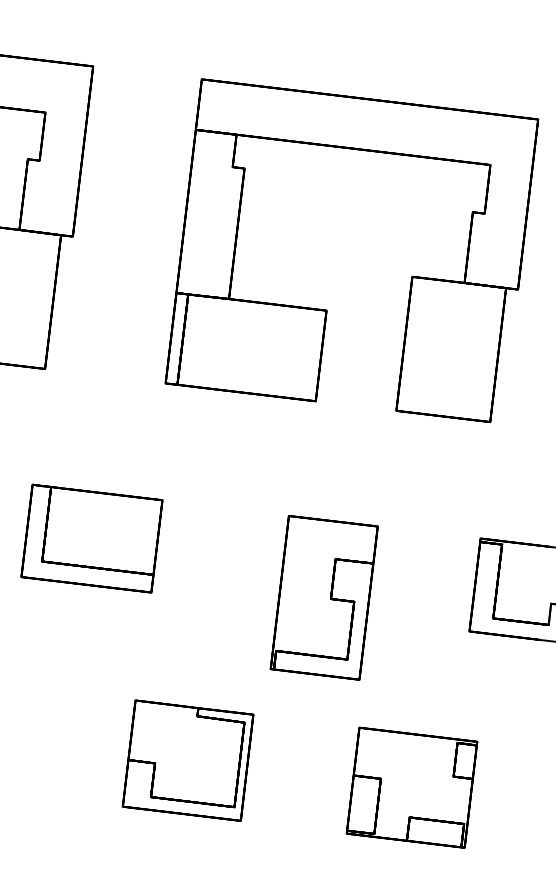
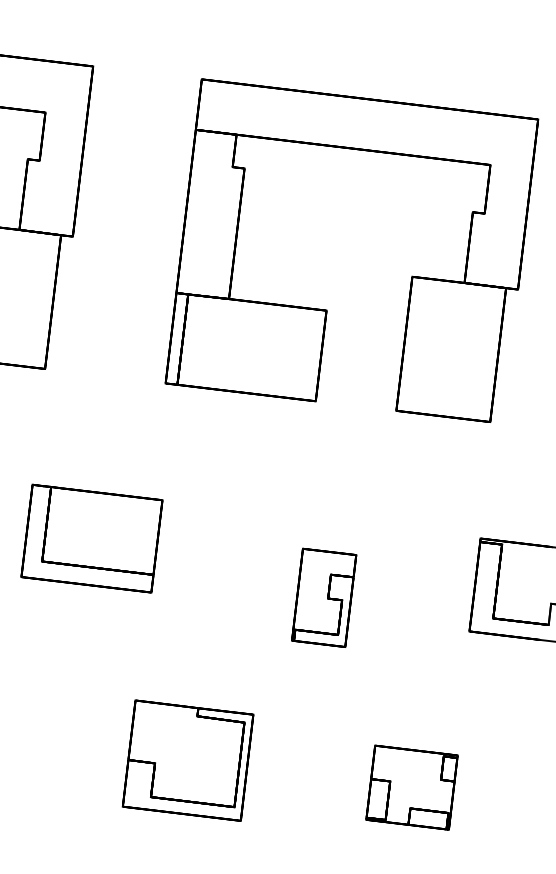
part at (323, 597) size: 110x166 px -> 67x101 px
part at (411, 787) size: 134x123 px -> 94x87 px
